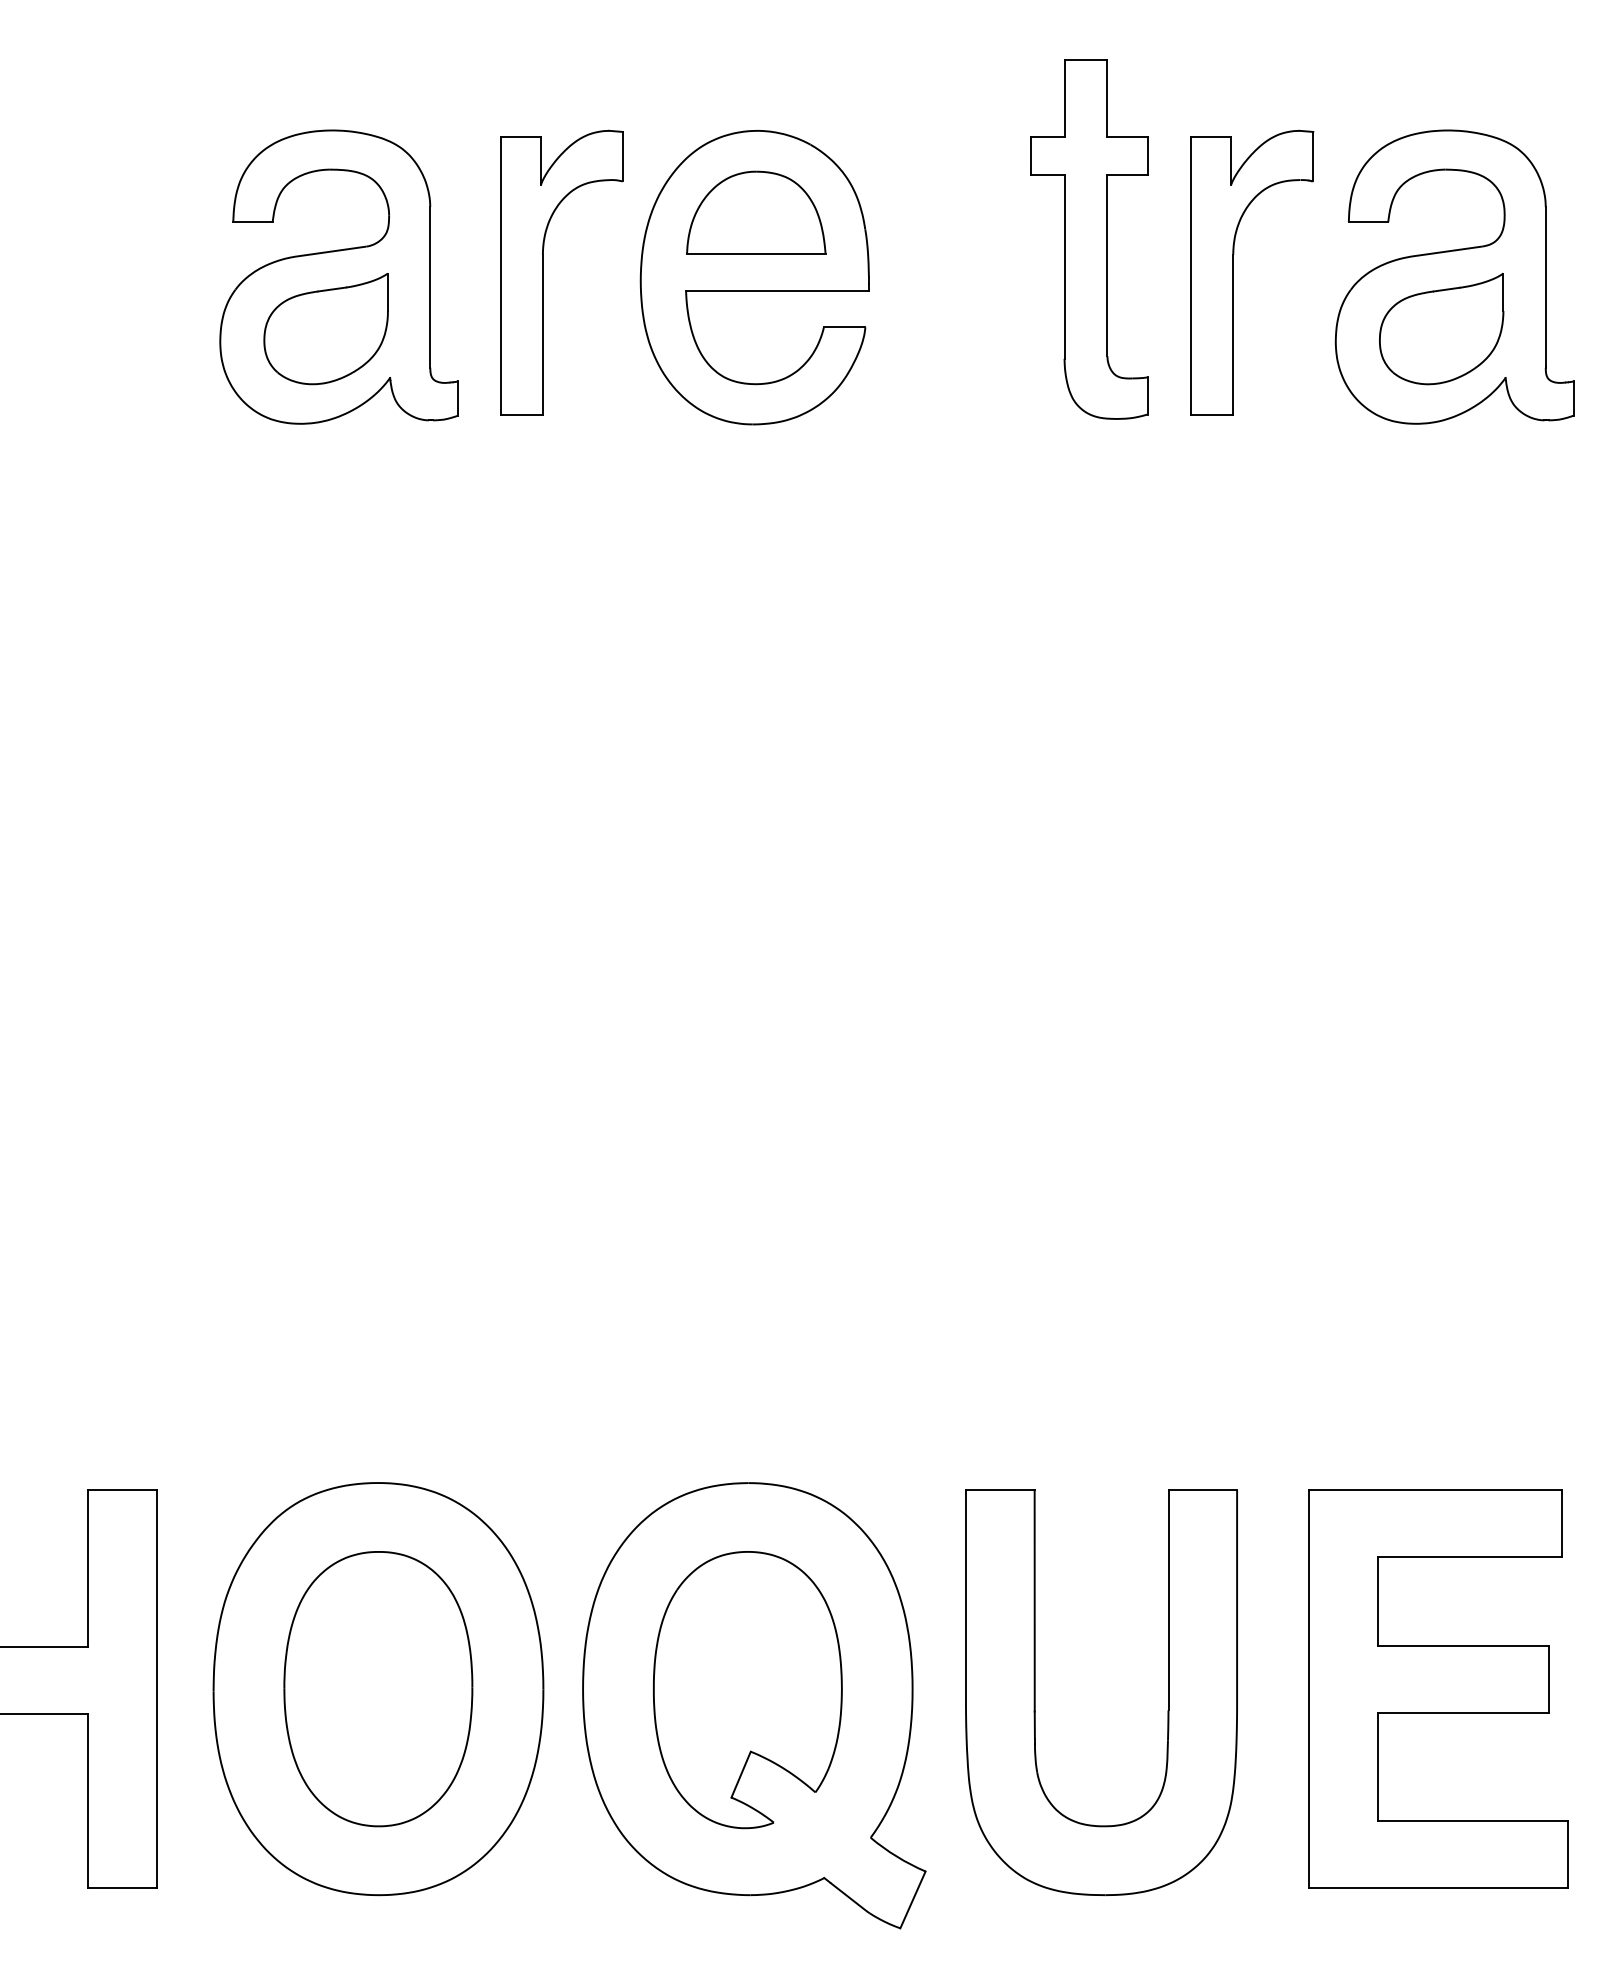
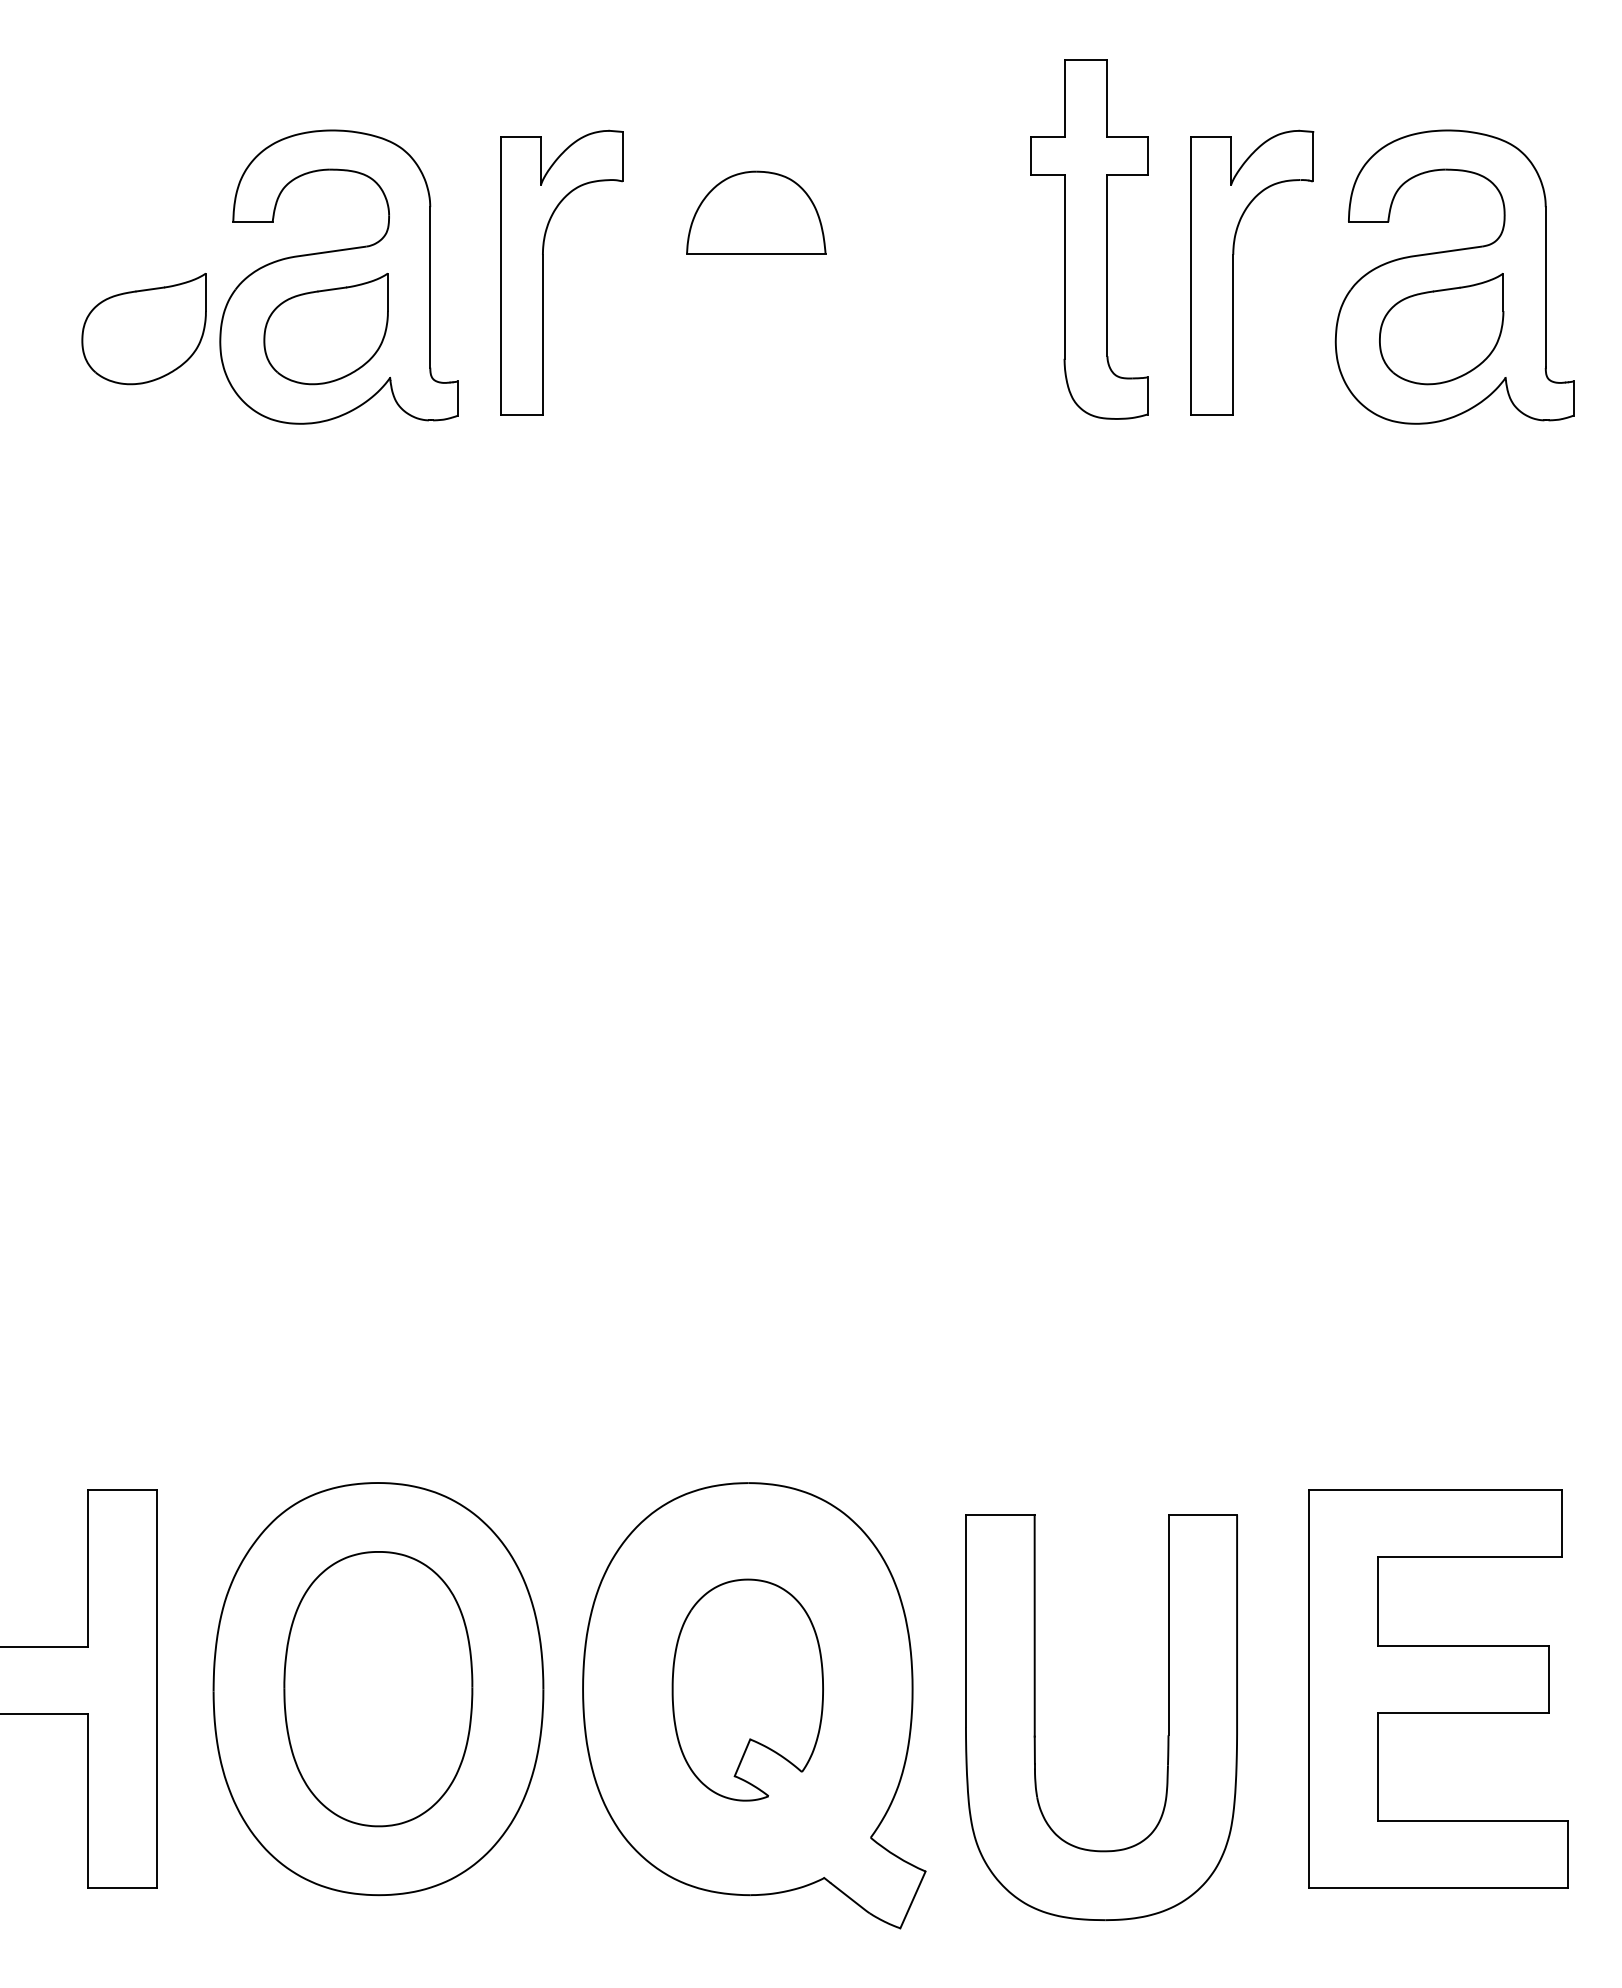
part at (754, 277): present -> none
part at (143, 329): none -> present
part at (747, 1690) size: 190x279 px -> 153x224 px
part at (1035, 1692) position: (1035, 1692) -> (1035, 1717)
